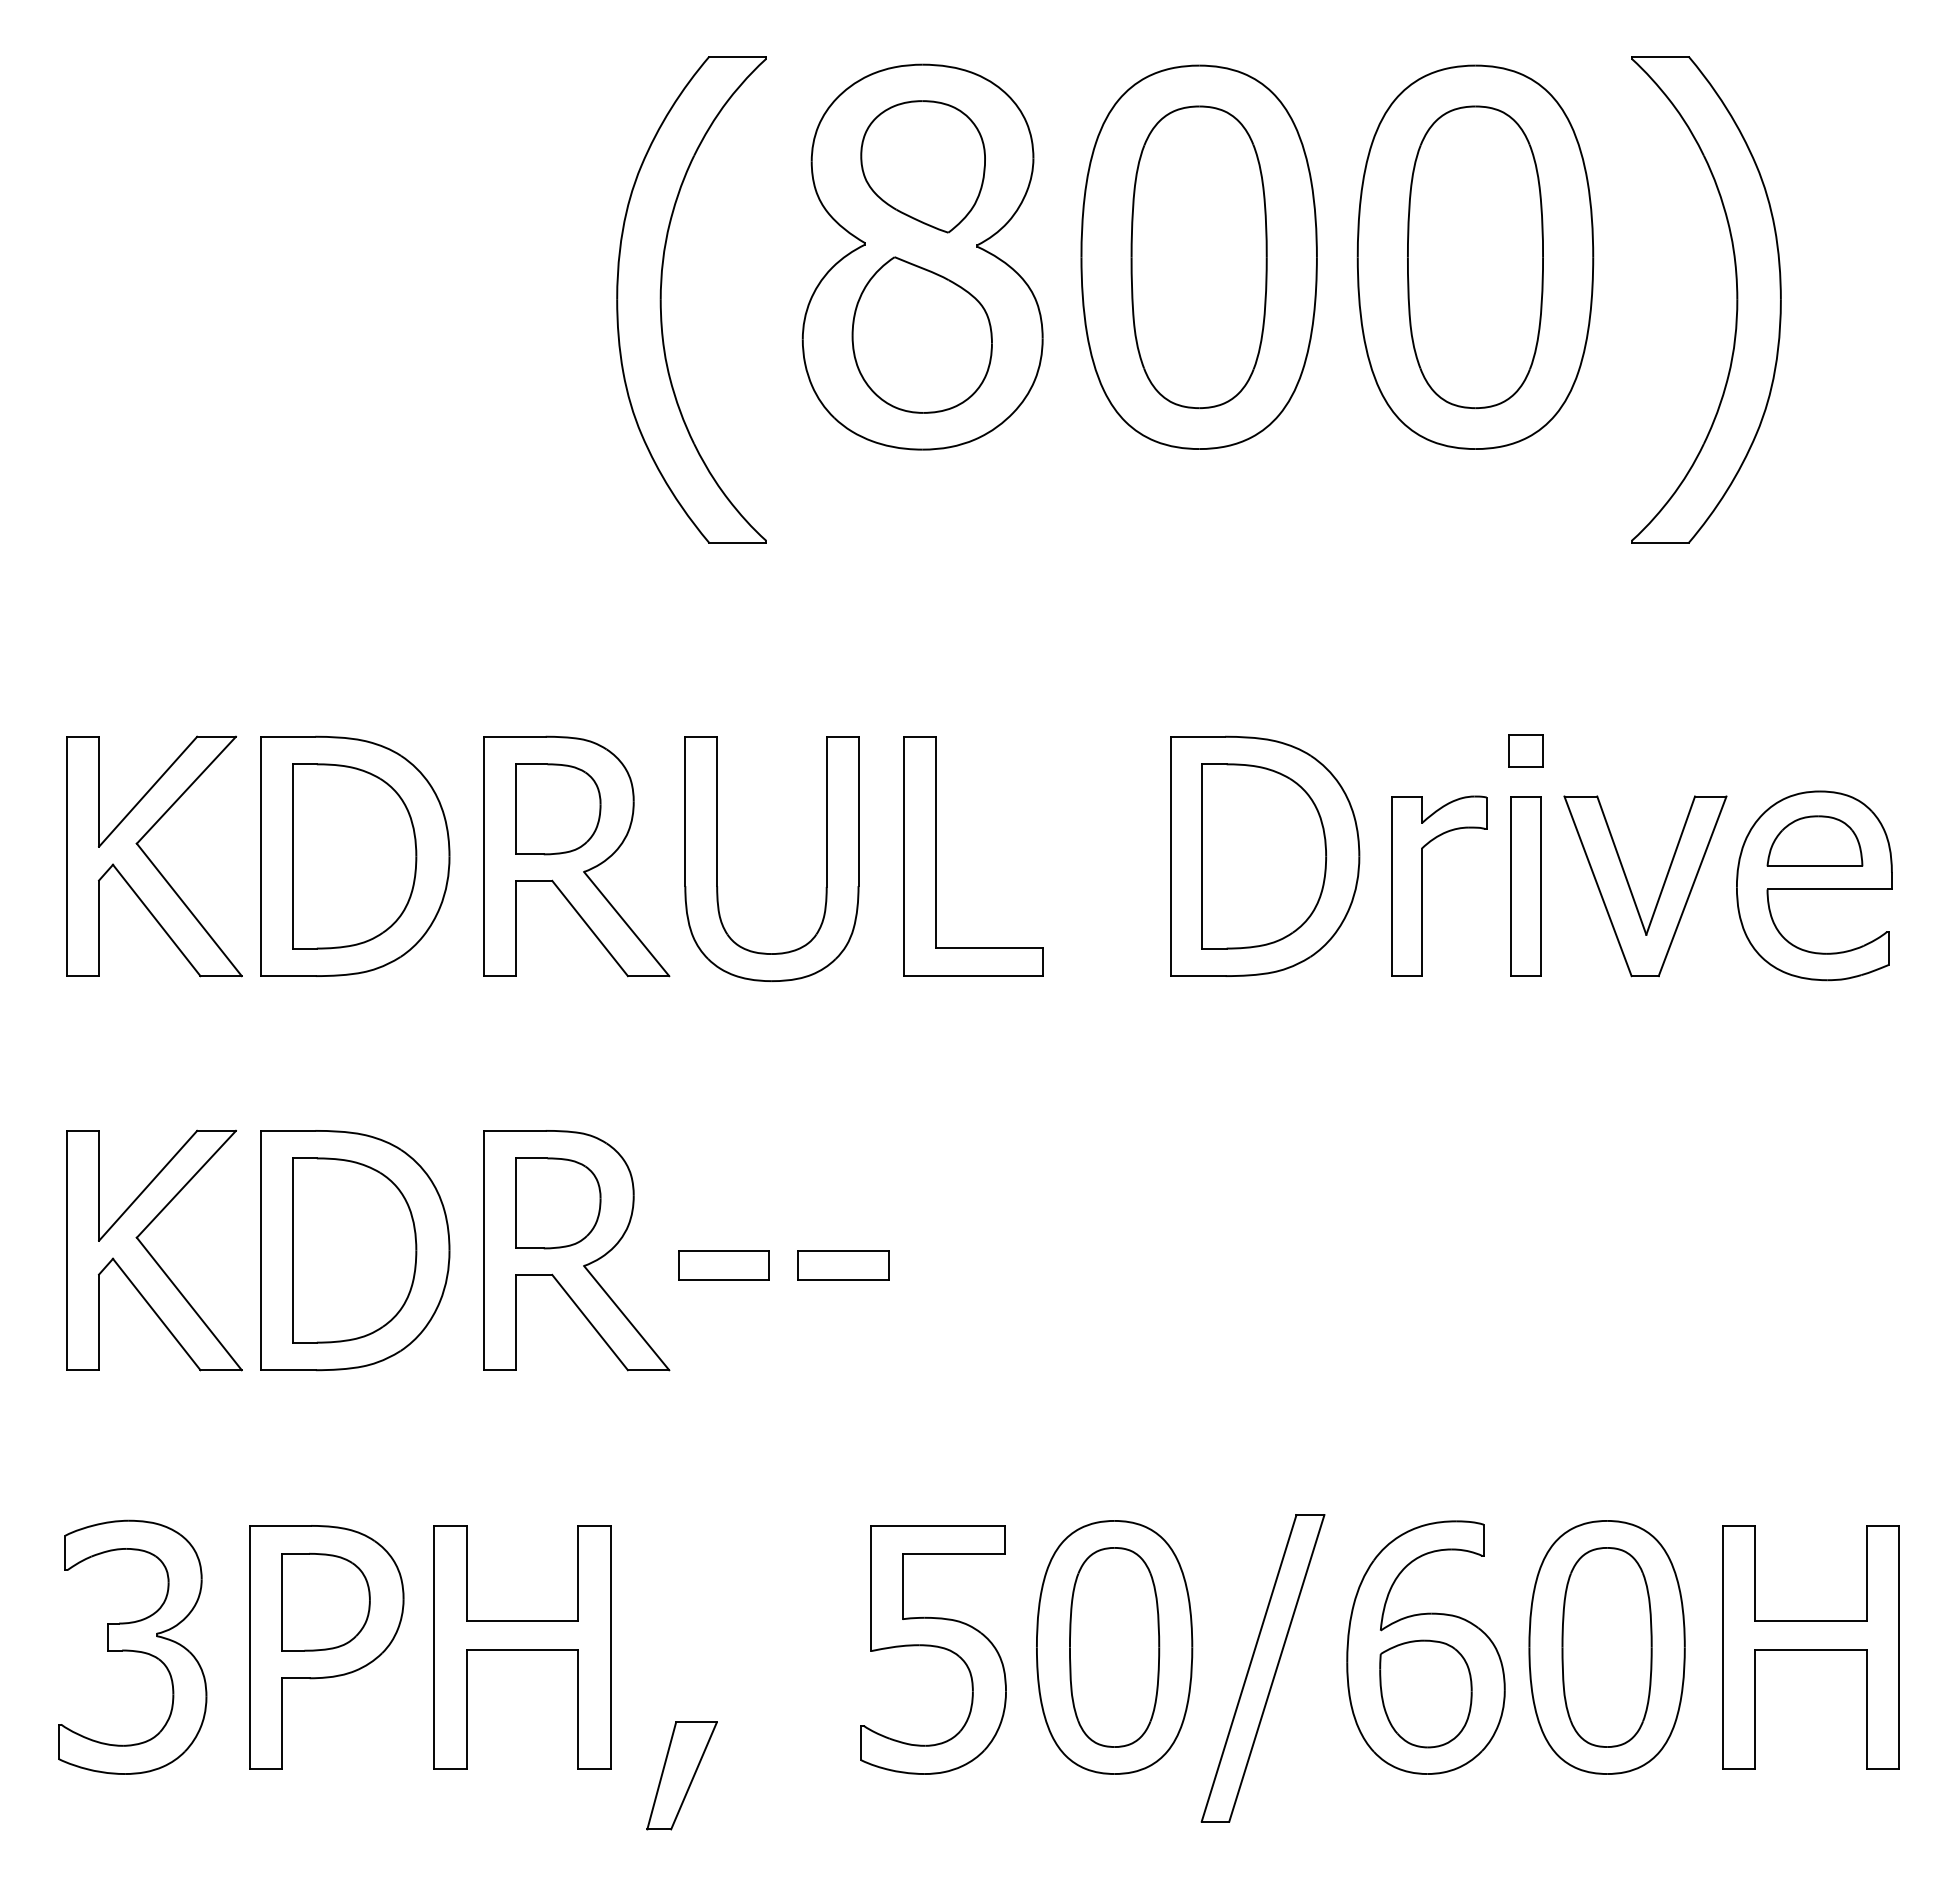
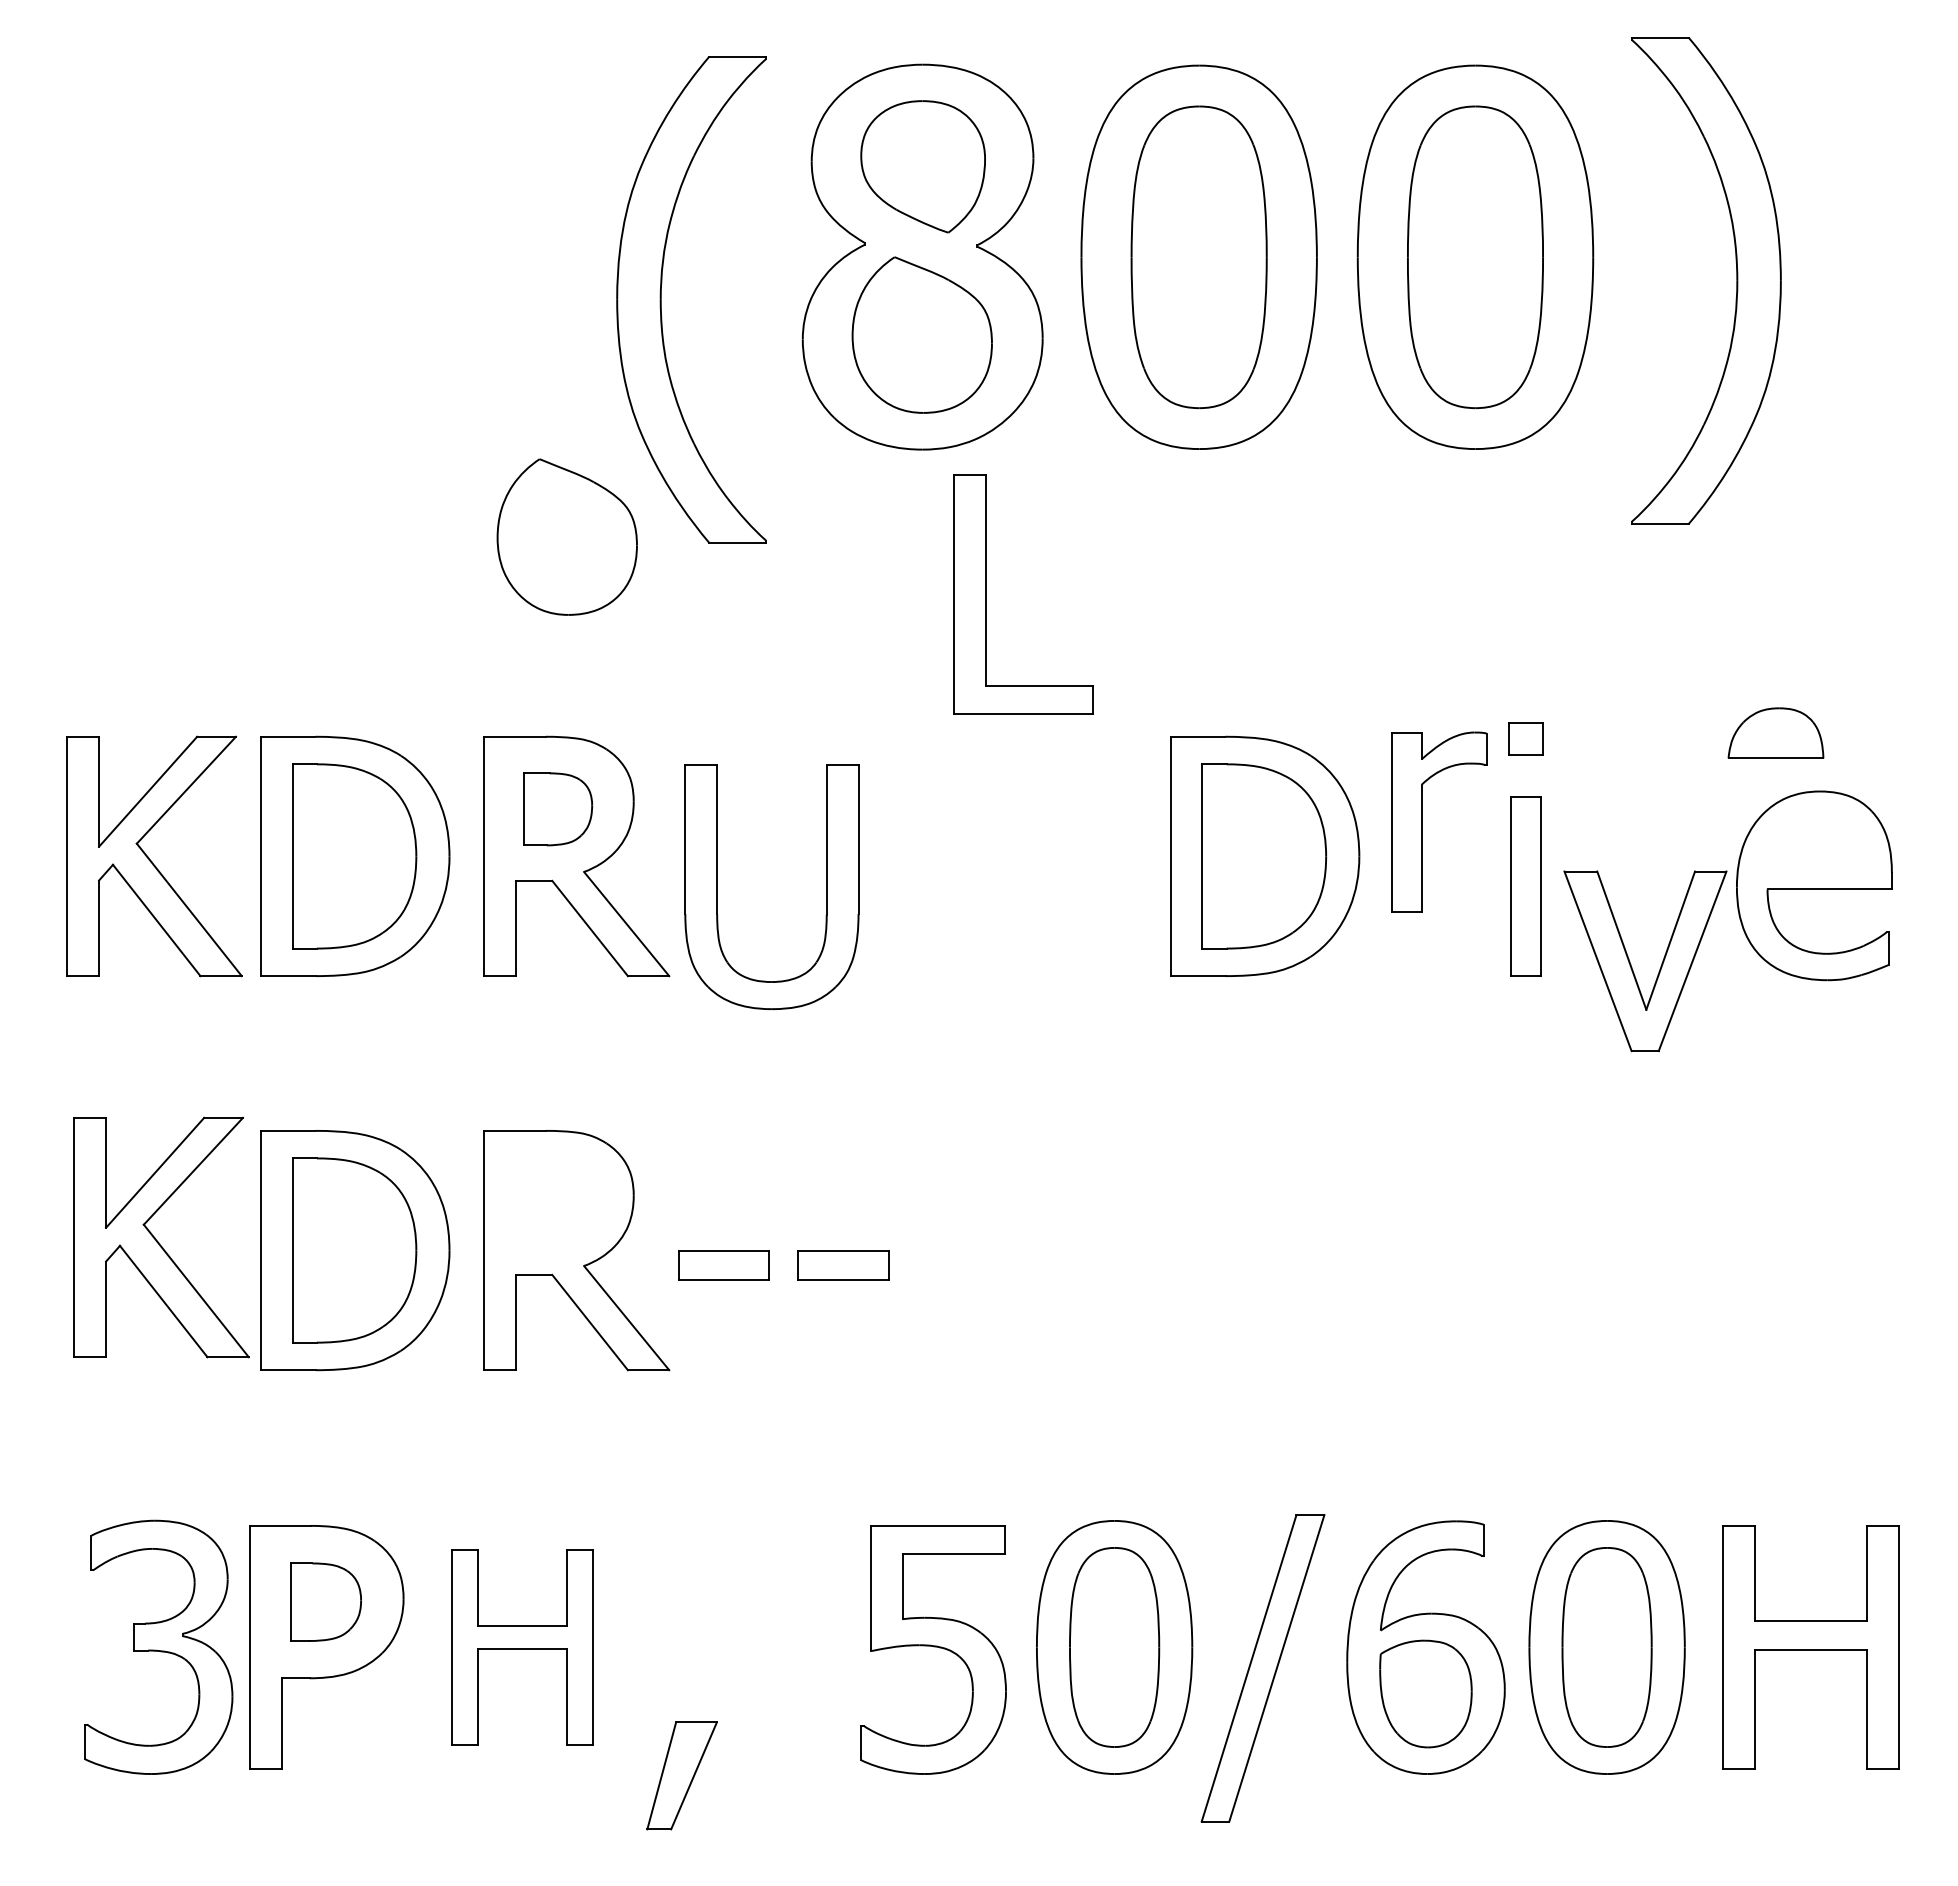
part at (1736, 299) position: (1736, 299) -> (1736, 280)
part at (566, 536): none -> present
part at (1525, 750) position: (1525, 750) -> (1525, 738)
part at (558, 809) size: 87x93 px -> 71x75 px
part at (1814, 840) position: (1814, 840) -> (1775, 732)
part at (936, 856) position: (936, 856) -> (986, 594)
part at (717, 858) position: (717, 858) -> (717, 886)
part at (1422, 885) position: (1422, 885) -> (1422, 821)
part at (1631, 889) position: (1631, 889) -> (1631, 964)
part at (558, 1203): present -> none
part at (154, 1250) position: (154, 1250) -> (161, 1237)
part at (325, 1601) size: 90x100 px -> 72x80 px
part at (132, 1646) position: (132, 1646) -> (158, 1646)
part at (522, 1647) size: 179x245 px -> 143x197 px
